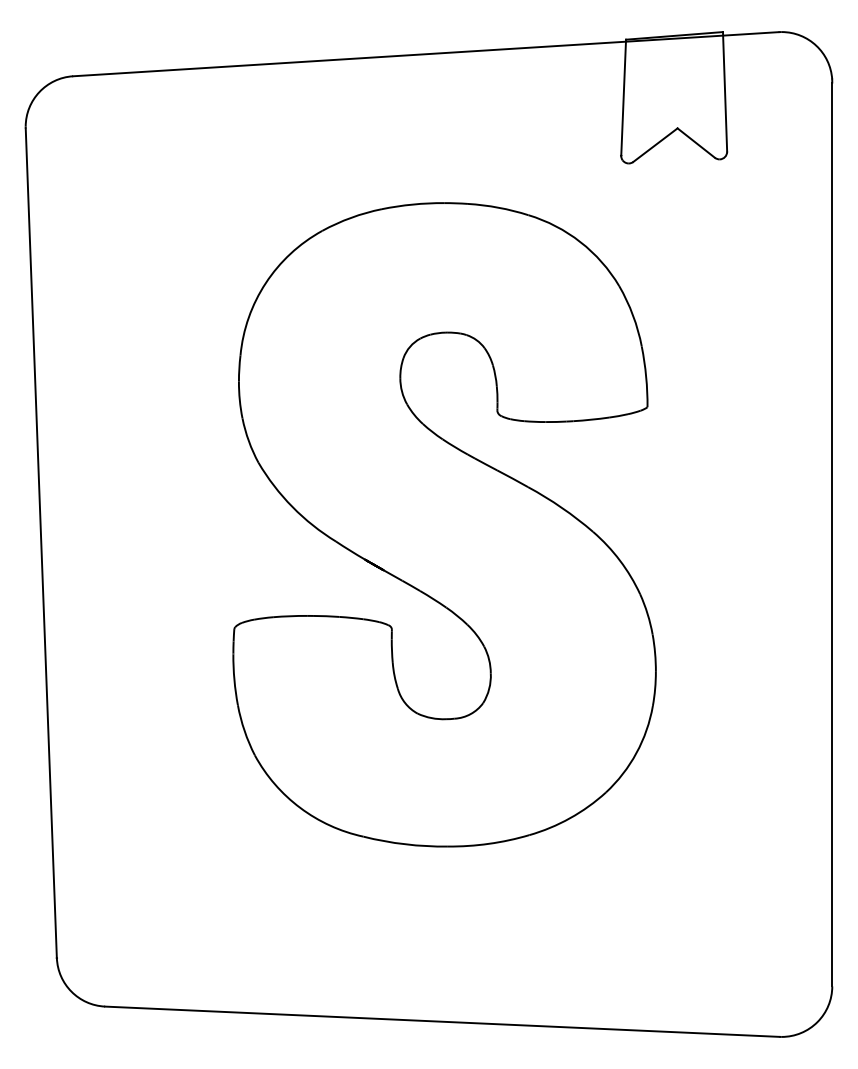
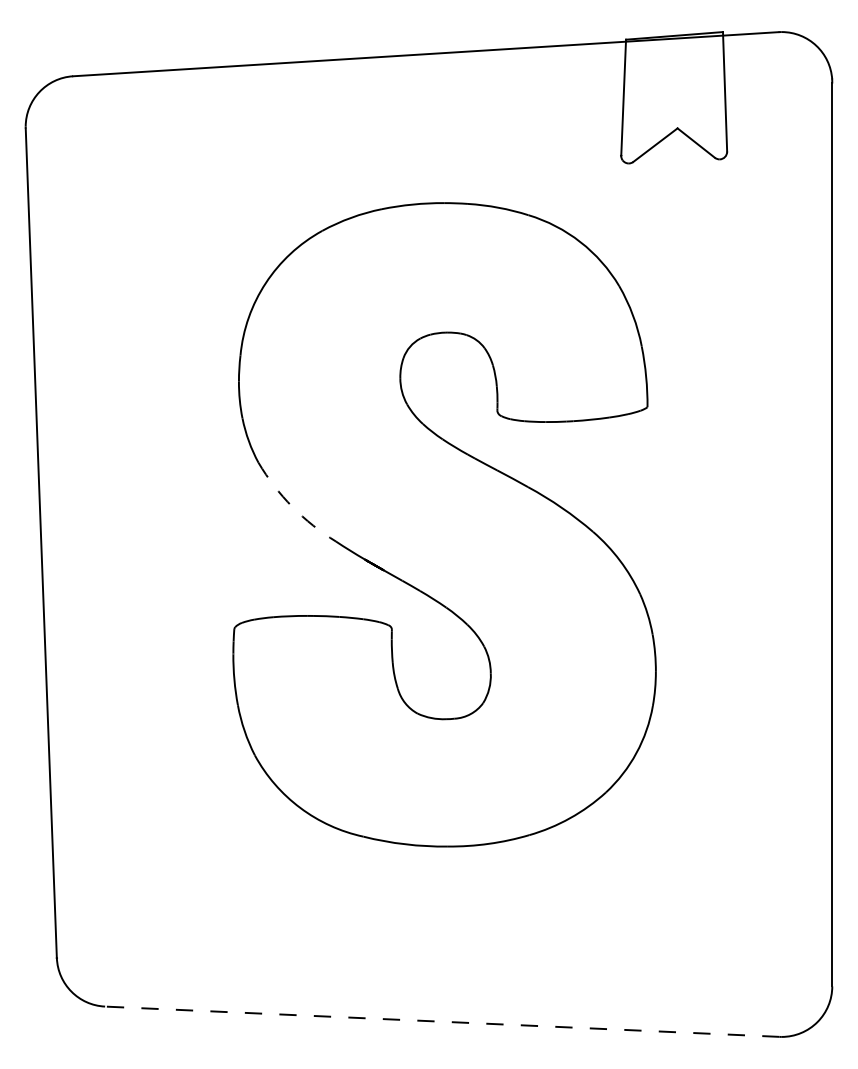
arc at (292, 506): solid -> dashed
line at (442, 1021): solid -> dashed
